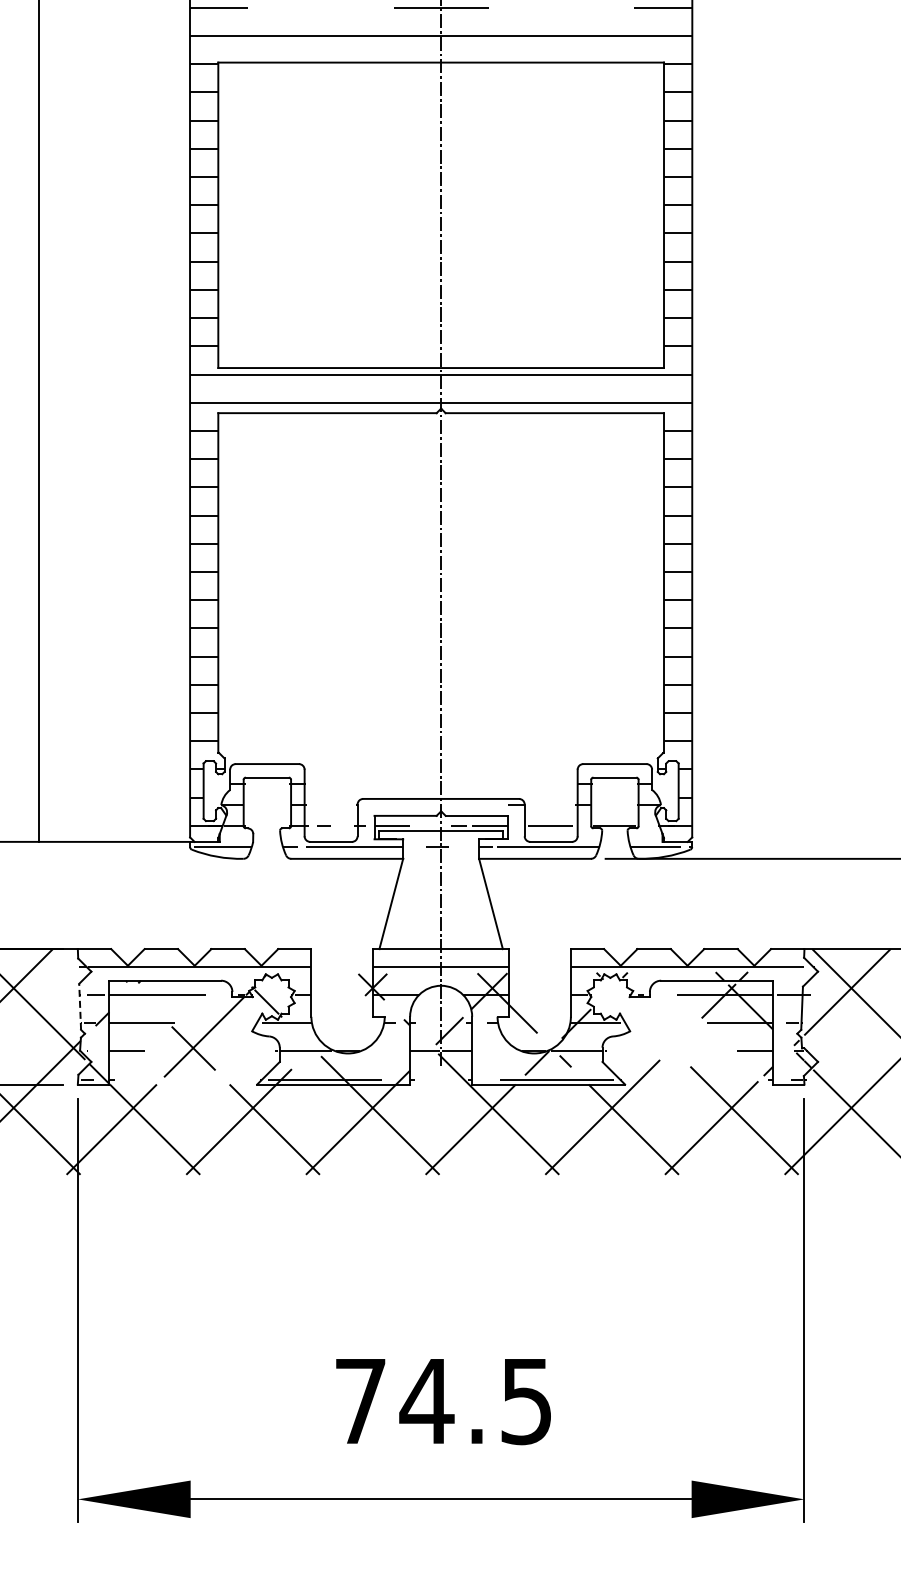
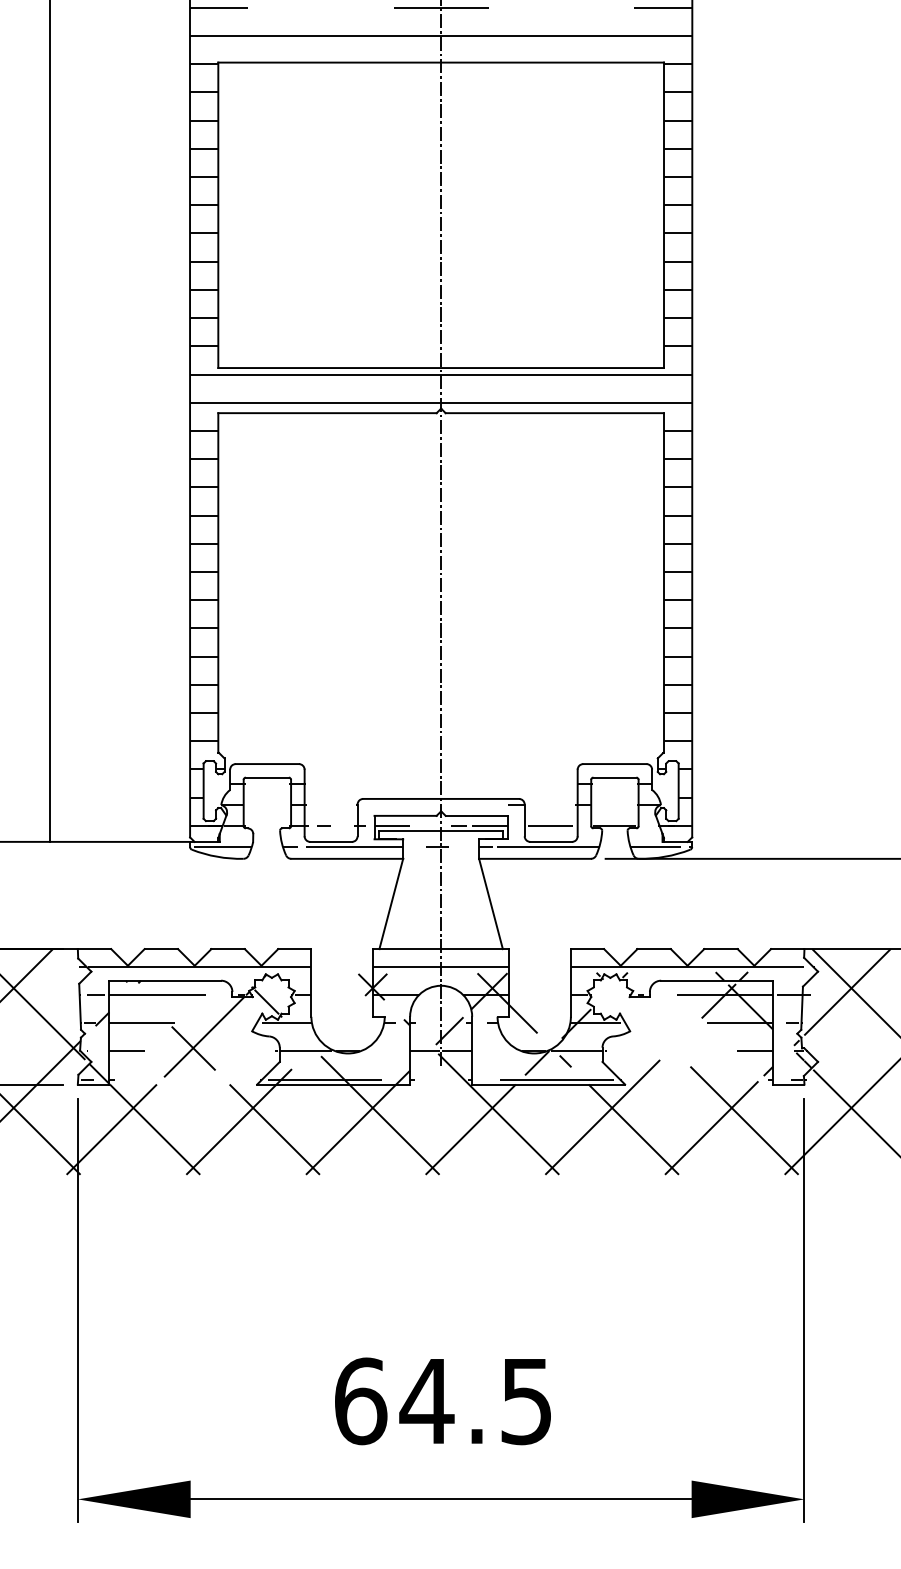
line at (38, 421) position: (38, 421) -> (49, 421)
line at (80, 1006): dashed -> solid
text at (361, 1401): 74.5 -> 64.5
